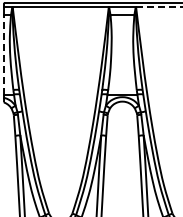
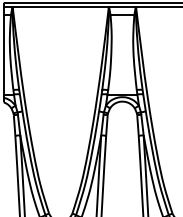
line at (159, 7): dashed -> solid
line at (4, 54): dashed -> solid
